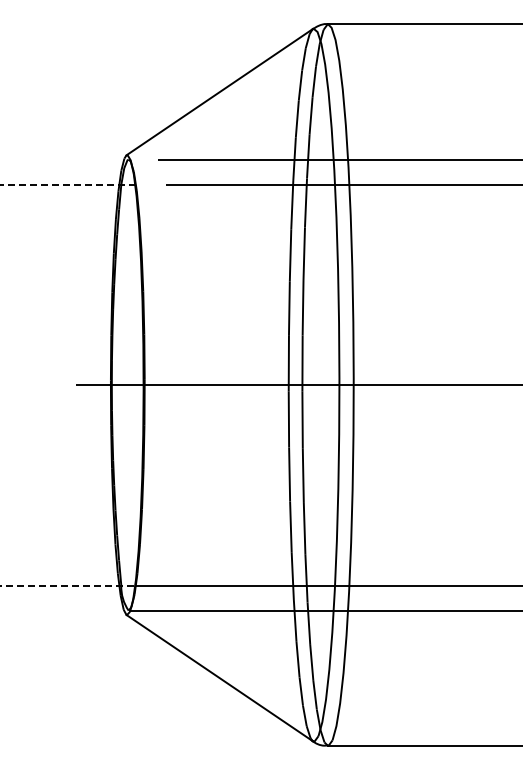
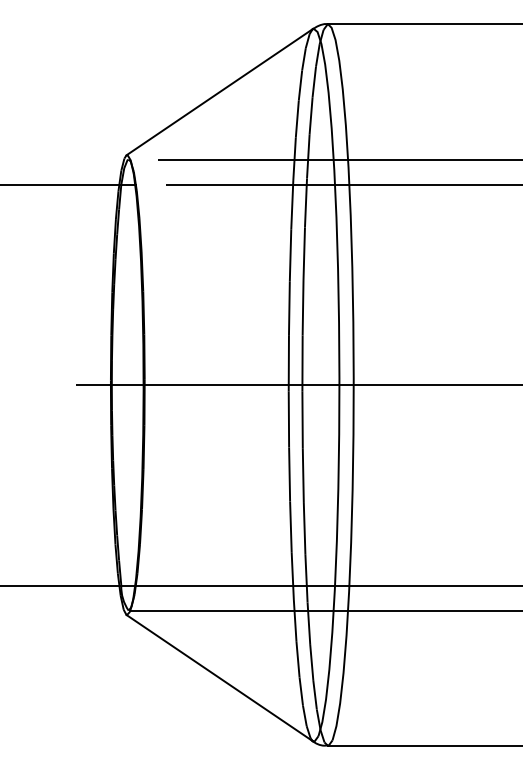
line at (68, 184): dashed -> solid
line at (68, 585): dashed -> solid
